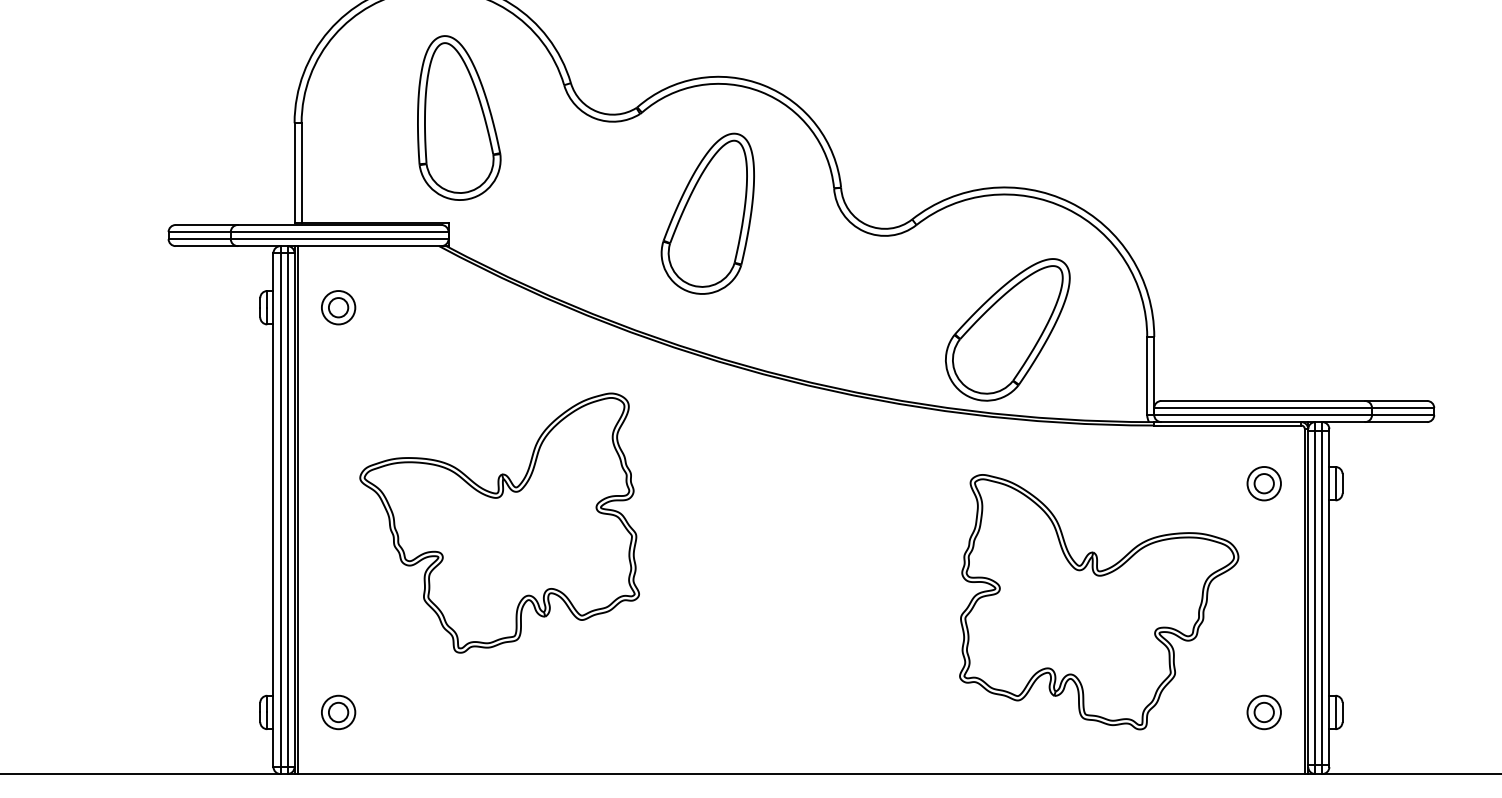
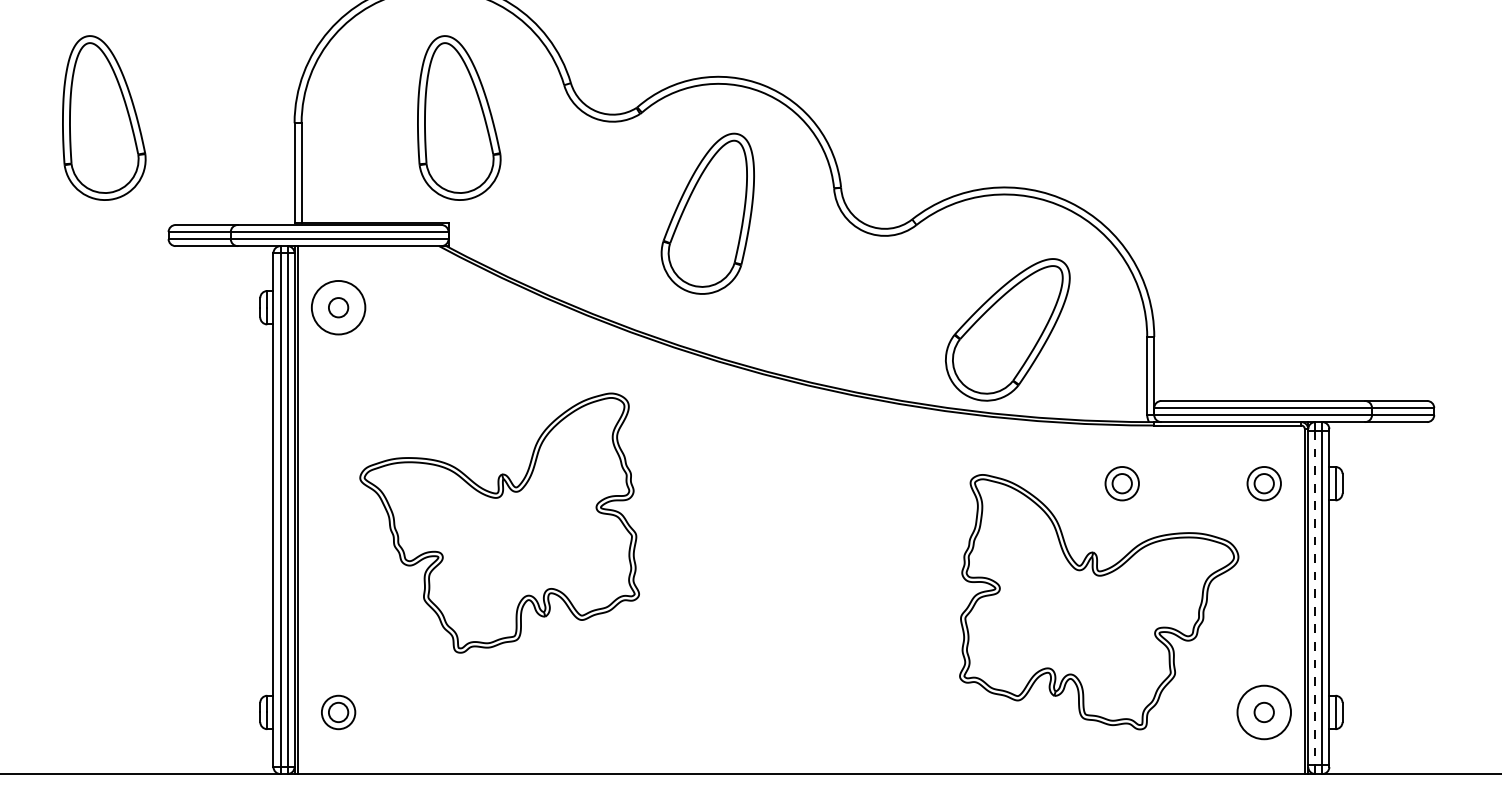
part at (104, 117): none -> present
circle at (338, 307) diameter: 33 px -> 53 px
part at (1121, 483): none -> present
line at (1315, 598): solid -> dashed
circle at (1263, 712) diameter: 33 px -> 53 px
